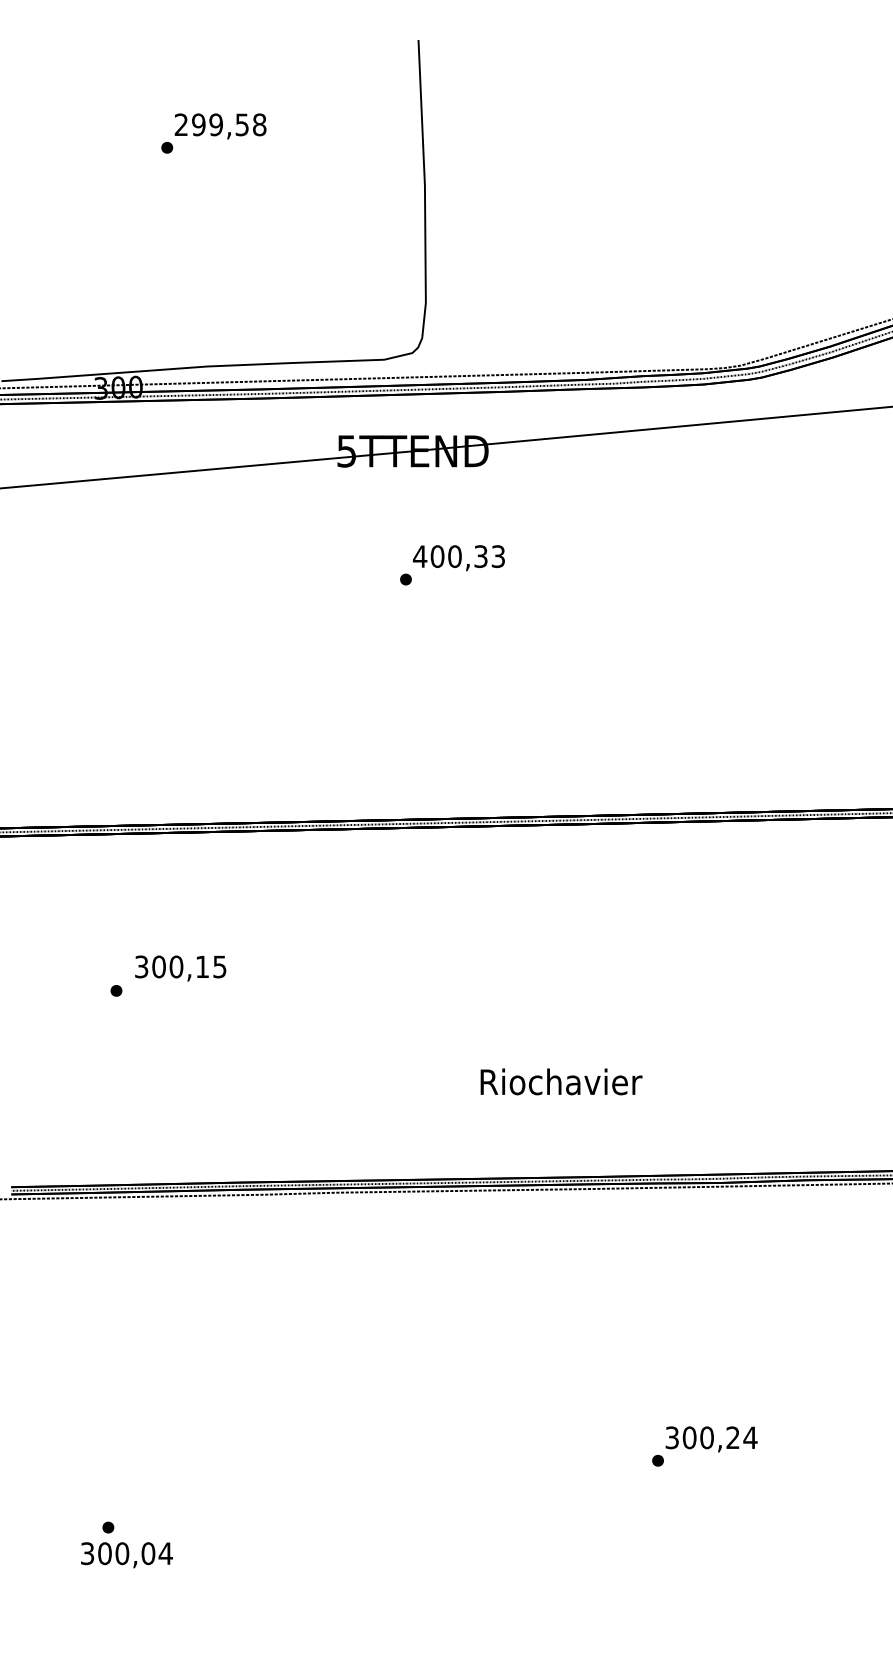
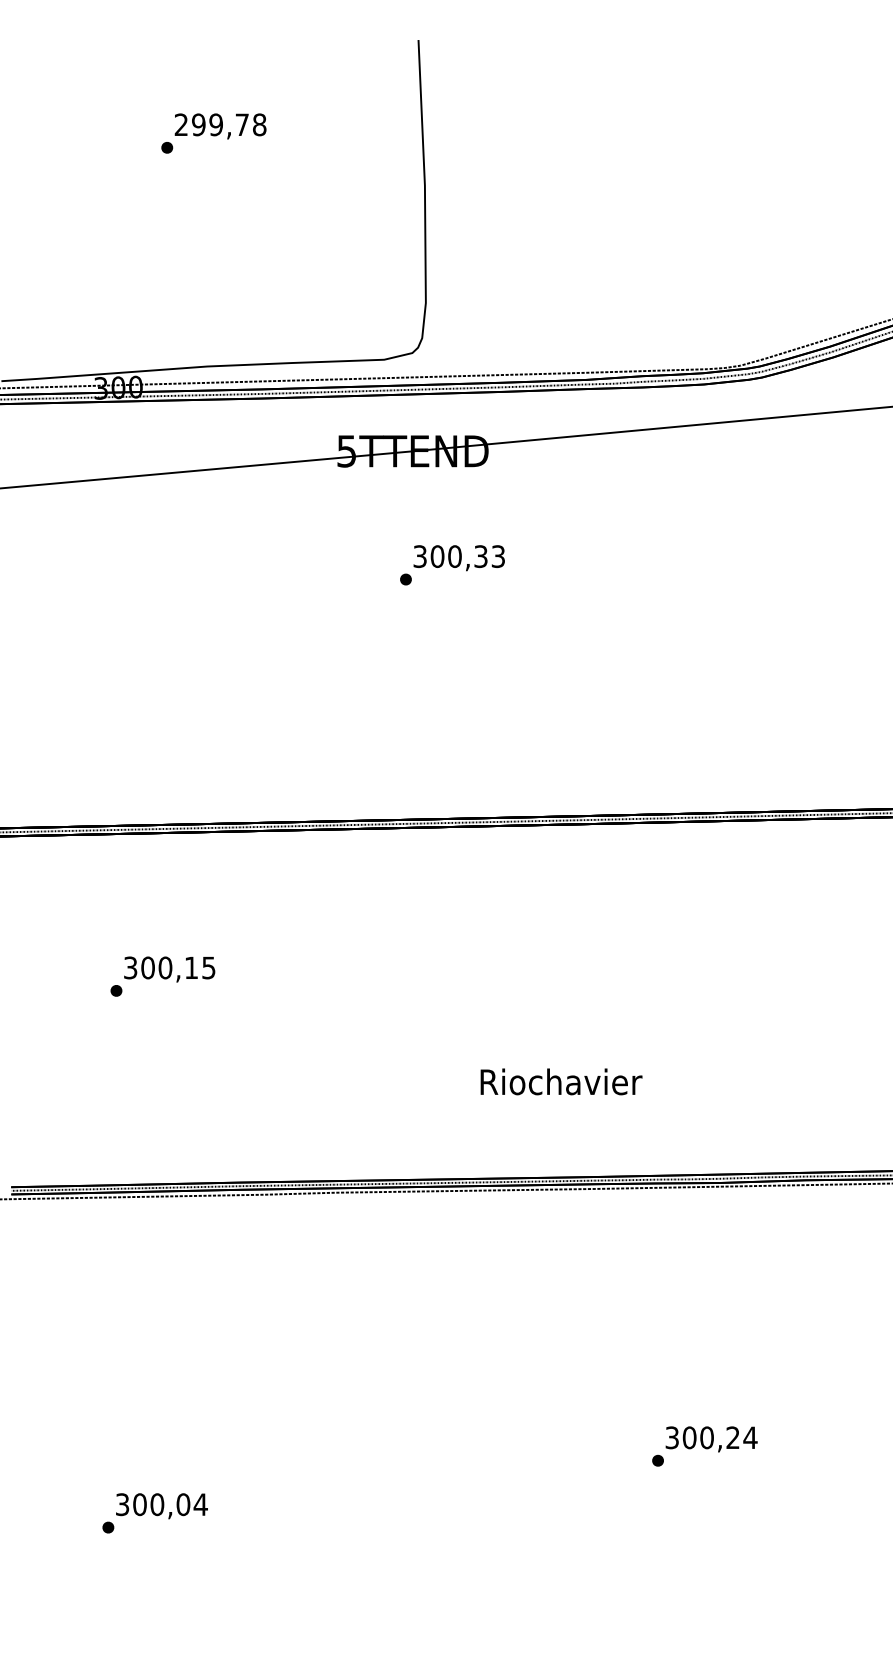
text at (241, 124): 299,58 -> 299,78
text at (419, 556): 400,33 -> 300,33
text at (180, 968) position: (180, 968) -> (169, 969)
text at (126, 1555) position: (126, 1555) -> (161, 1506)
